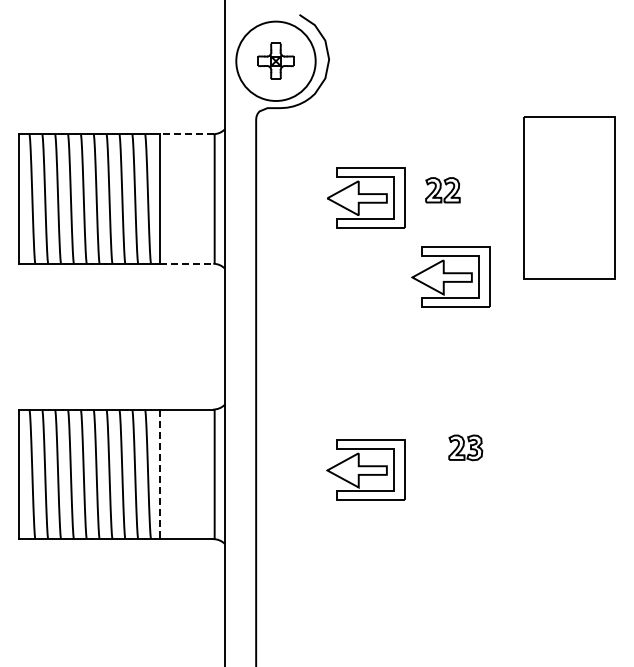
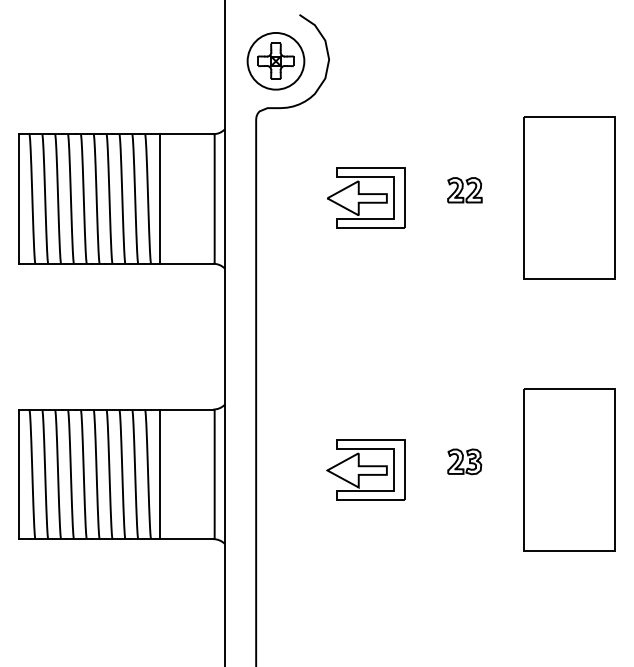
circle at (275, 61) diameter: 79 px -> 57 px
line at (186, 134): dashed -> solid
part at (442, 190) position: (442, 190) -> (464, 190)
line at (187, 263): dashed -> solid
part at (450, 276): present -> none
part at (465, 447) position: (465, 447) -> (464, 461)
part at (569, 469): none -> present
line at (159, 474): dashed -> solid
